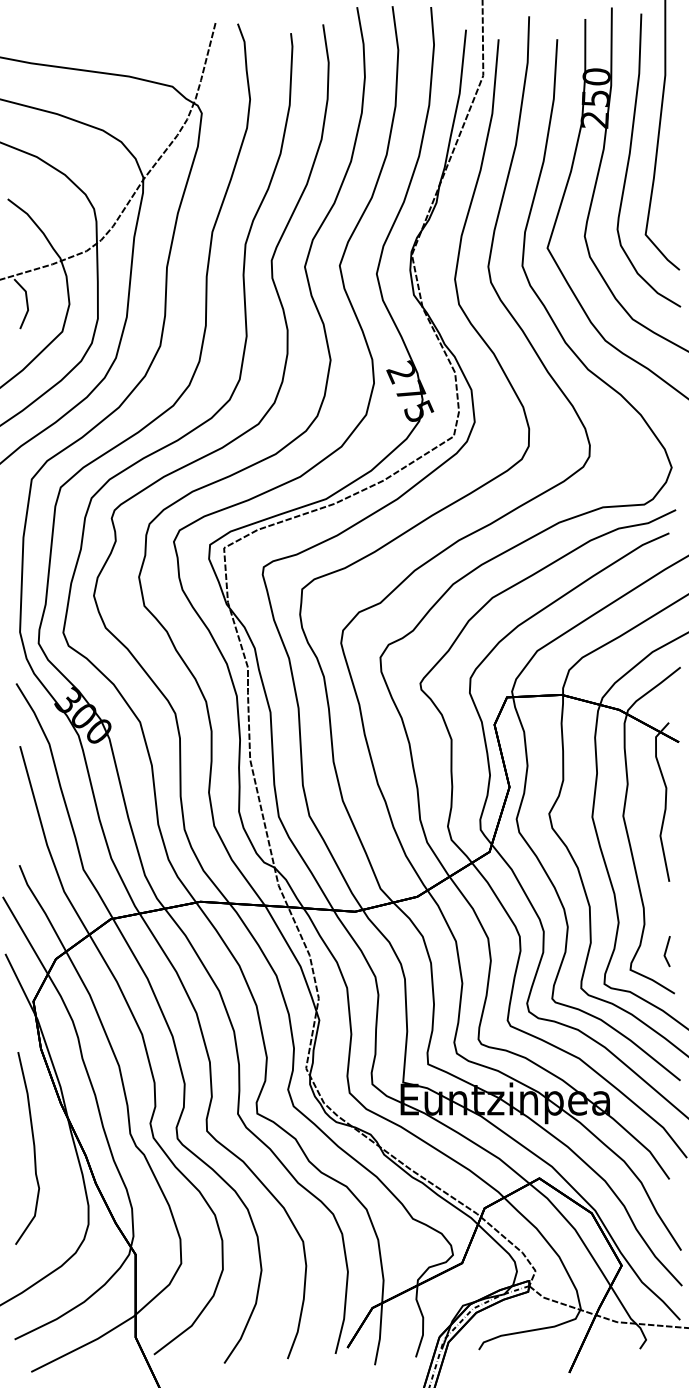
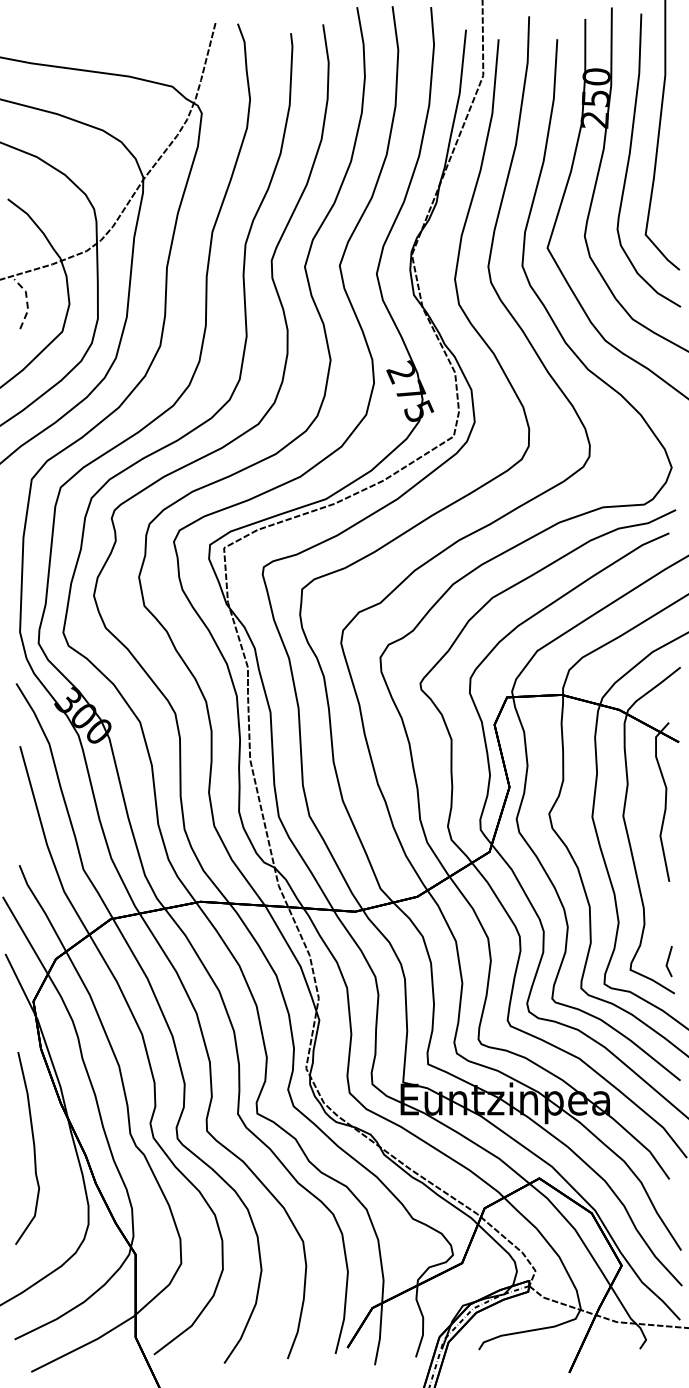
line at (27, 302): solid -> dashed
line at (666, 951) position: (666, 951) -> (668, 961)
